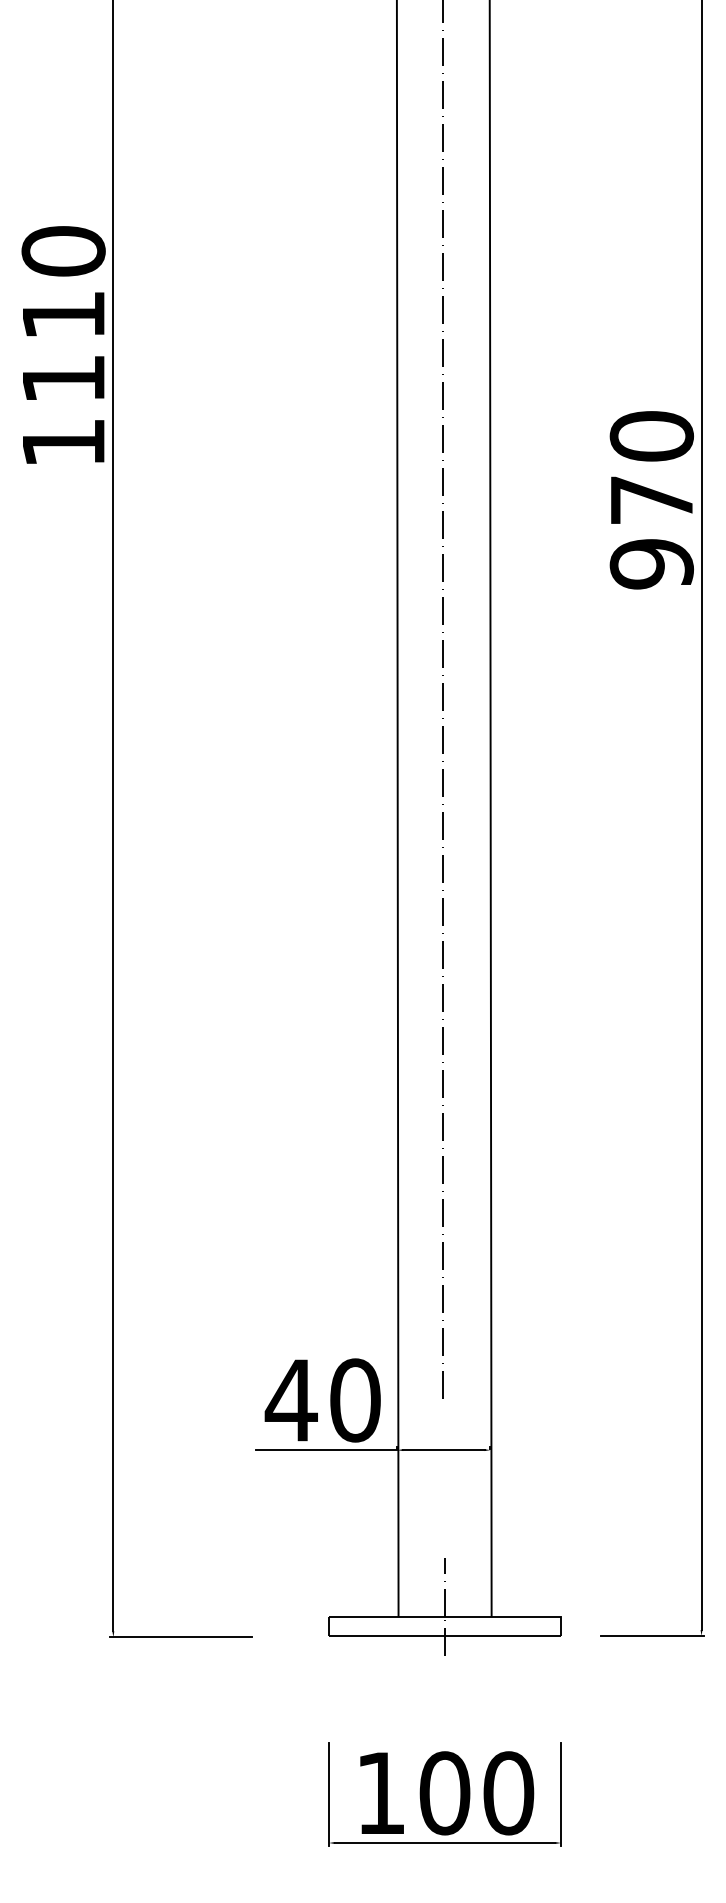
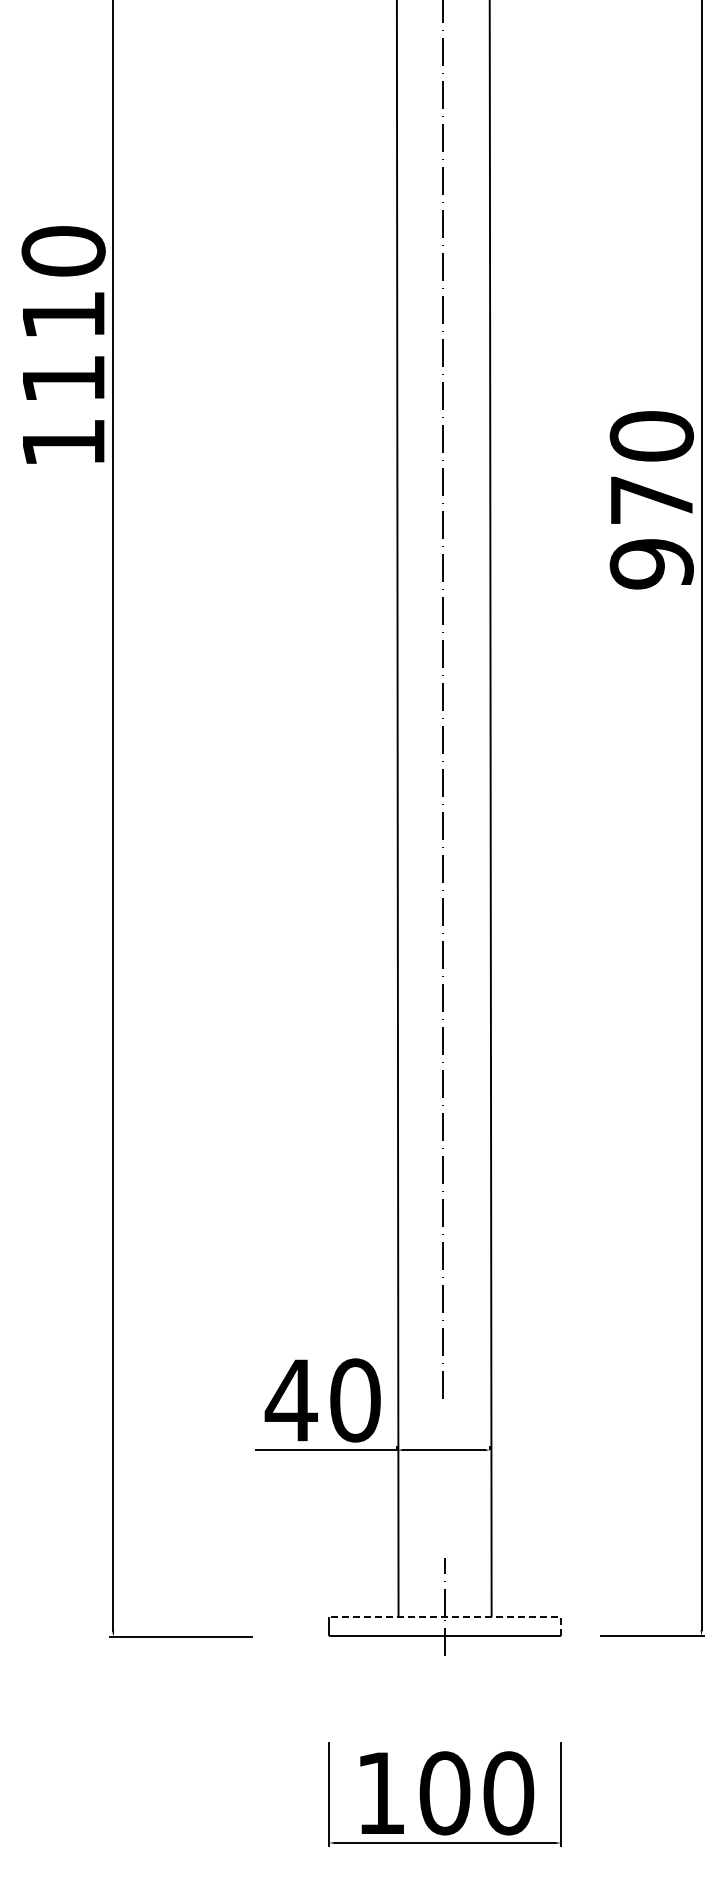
line at (454, 1617): solid -> dashed
